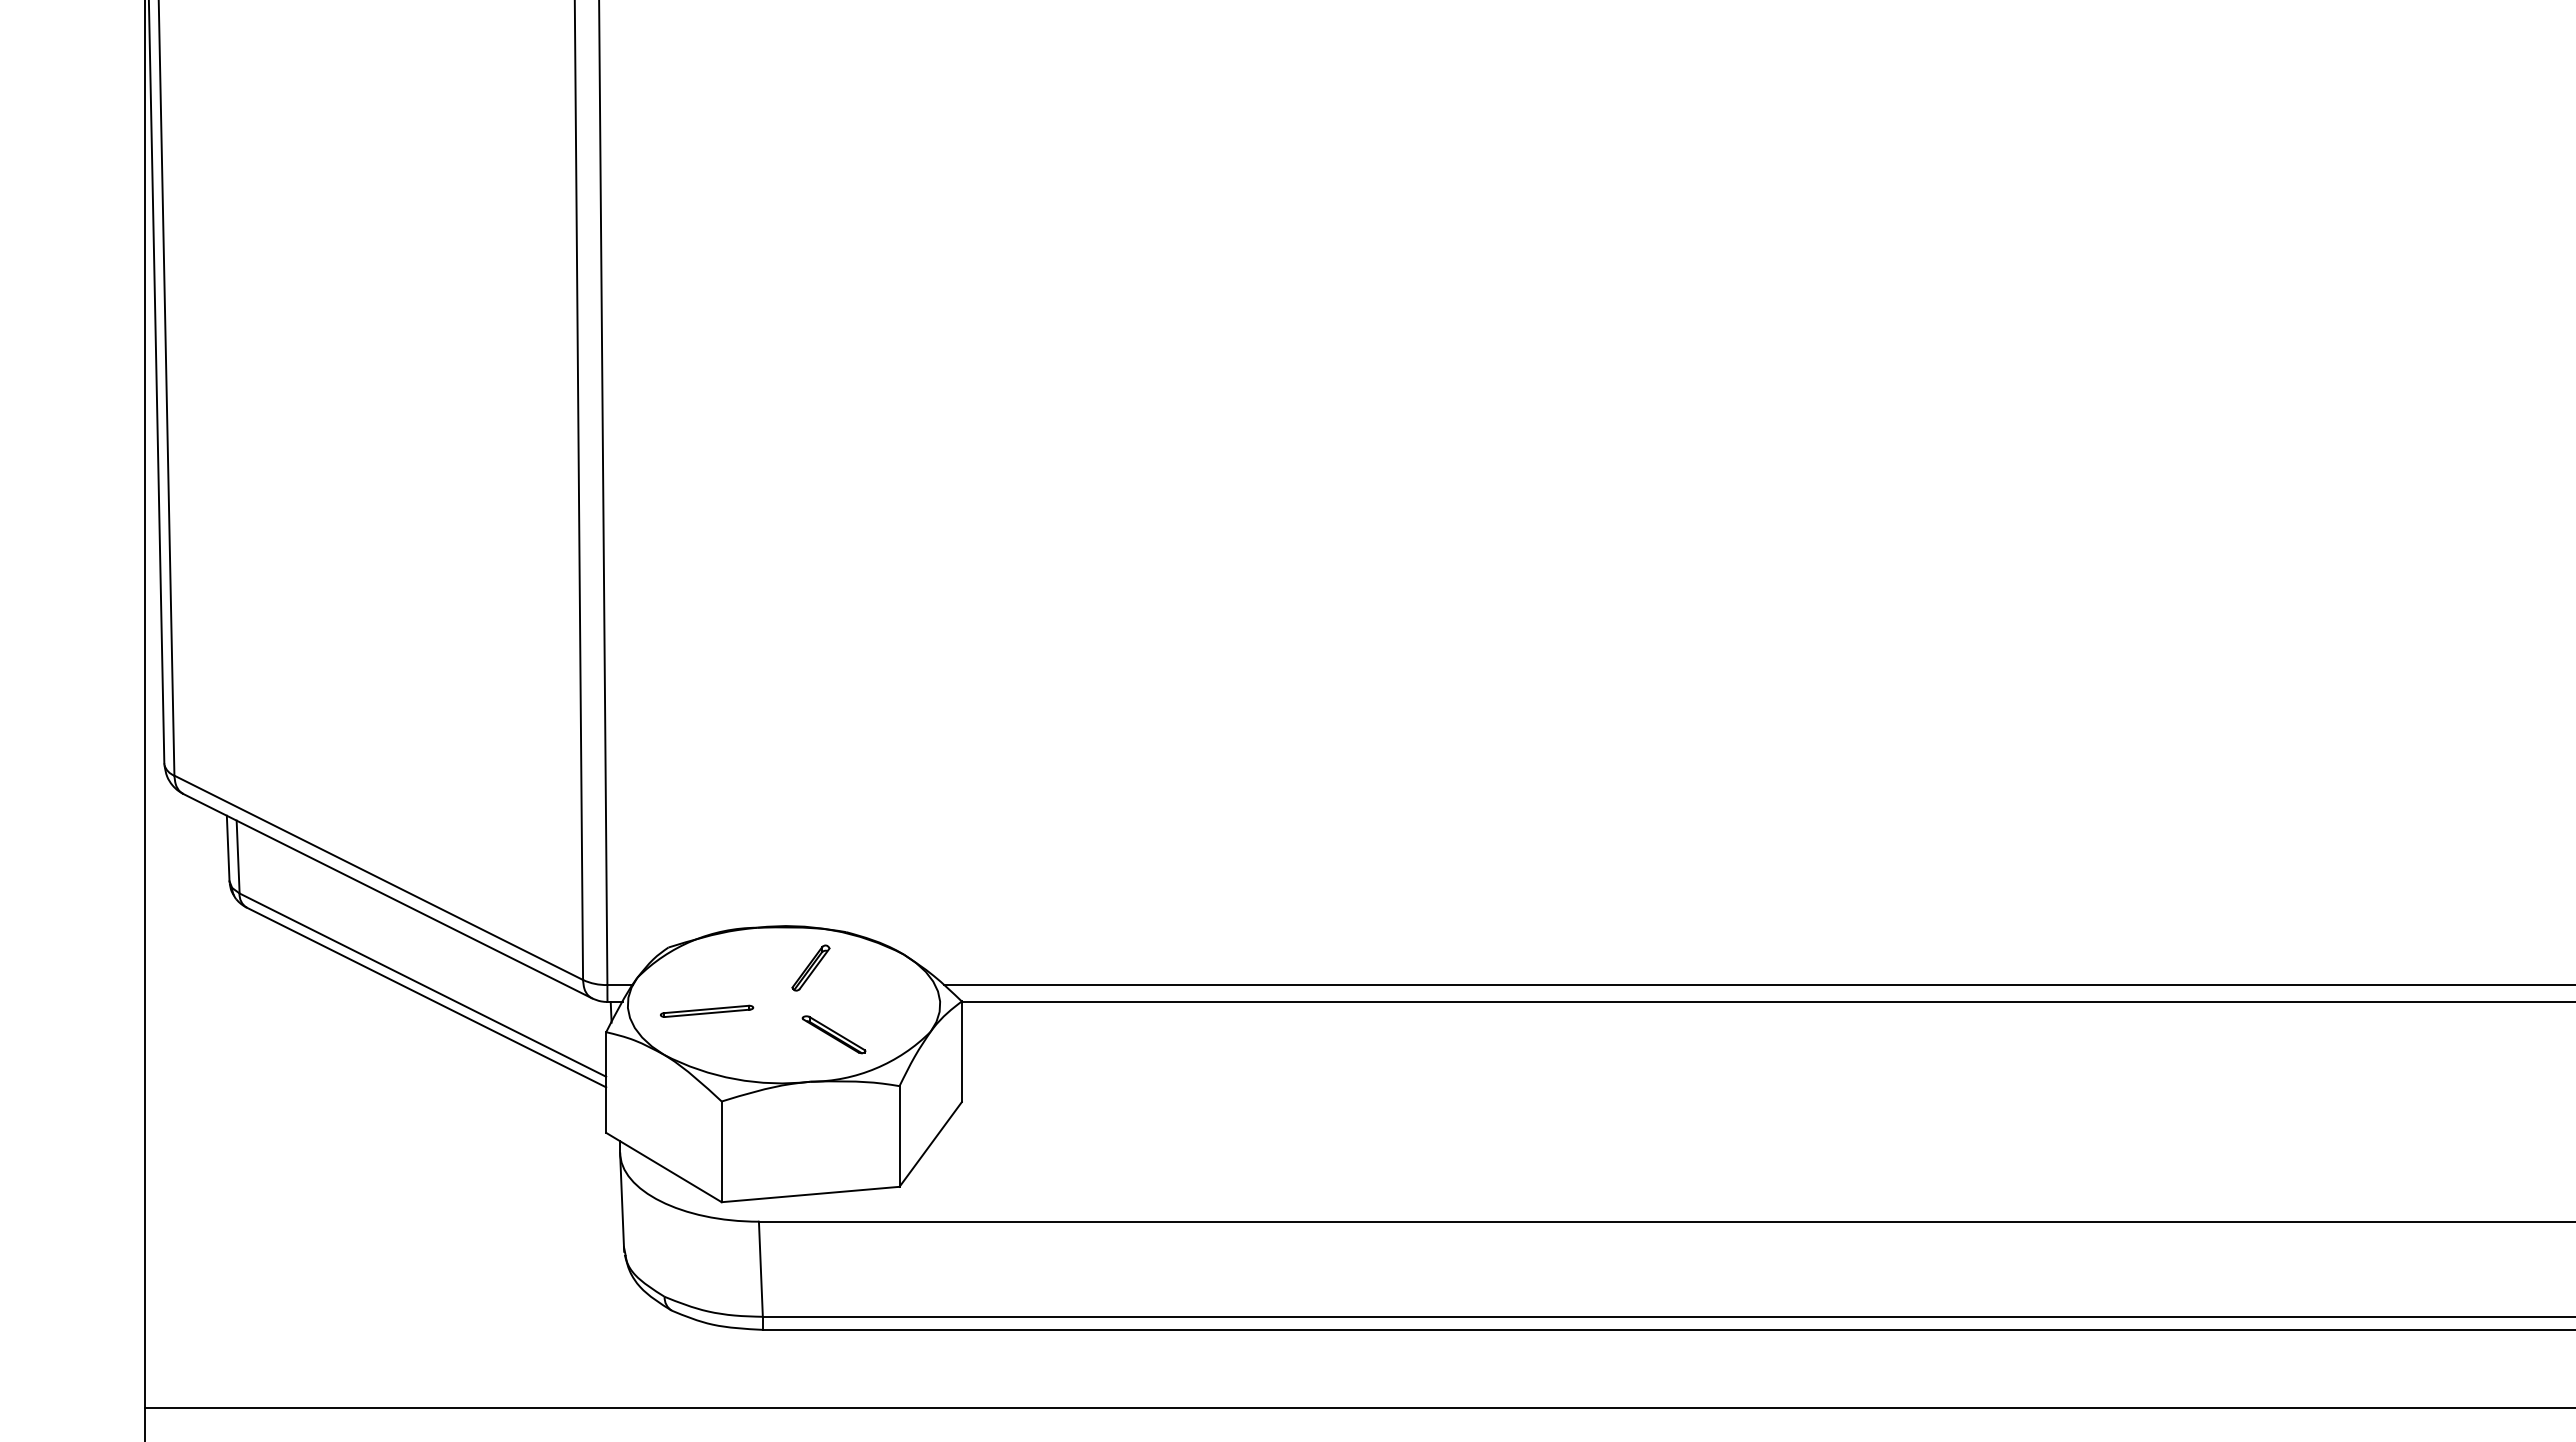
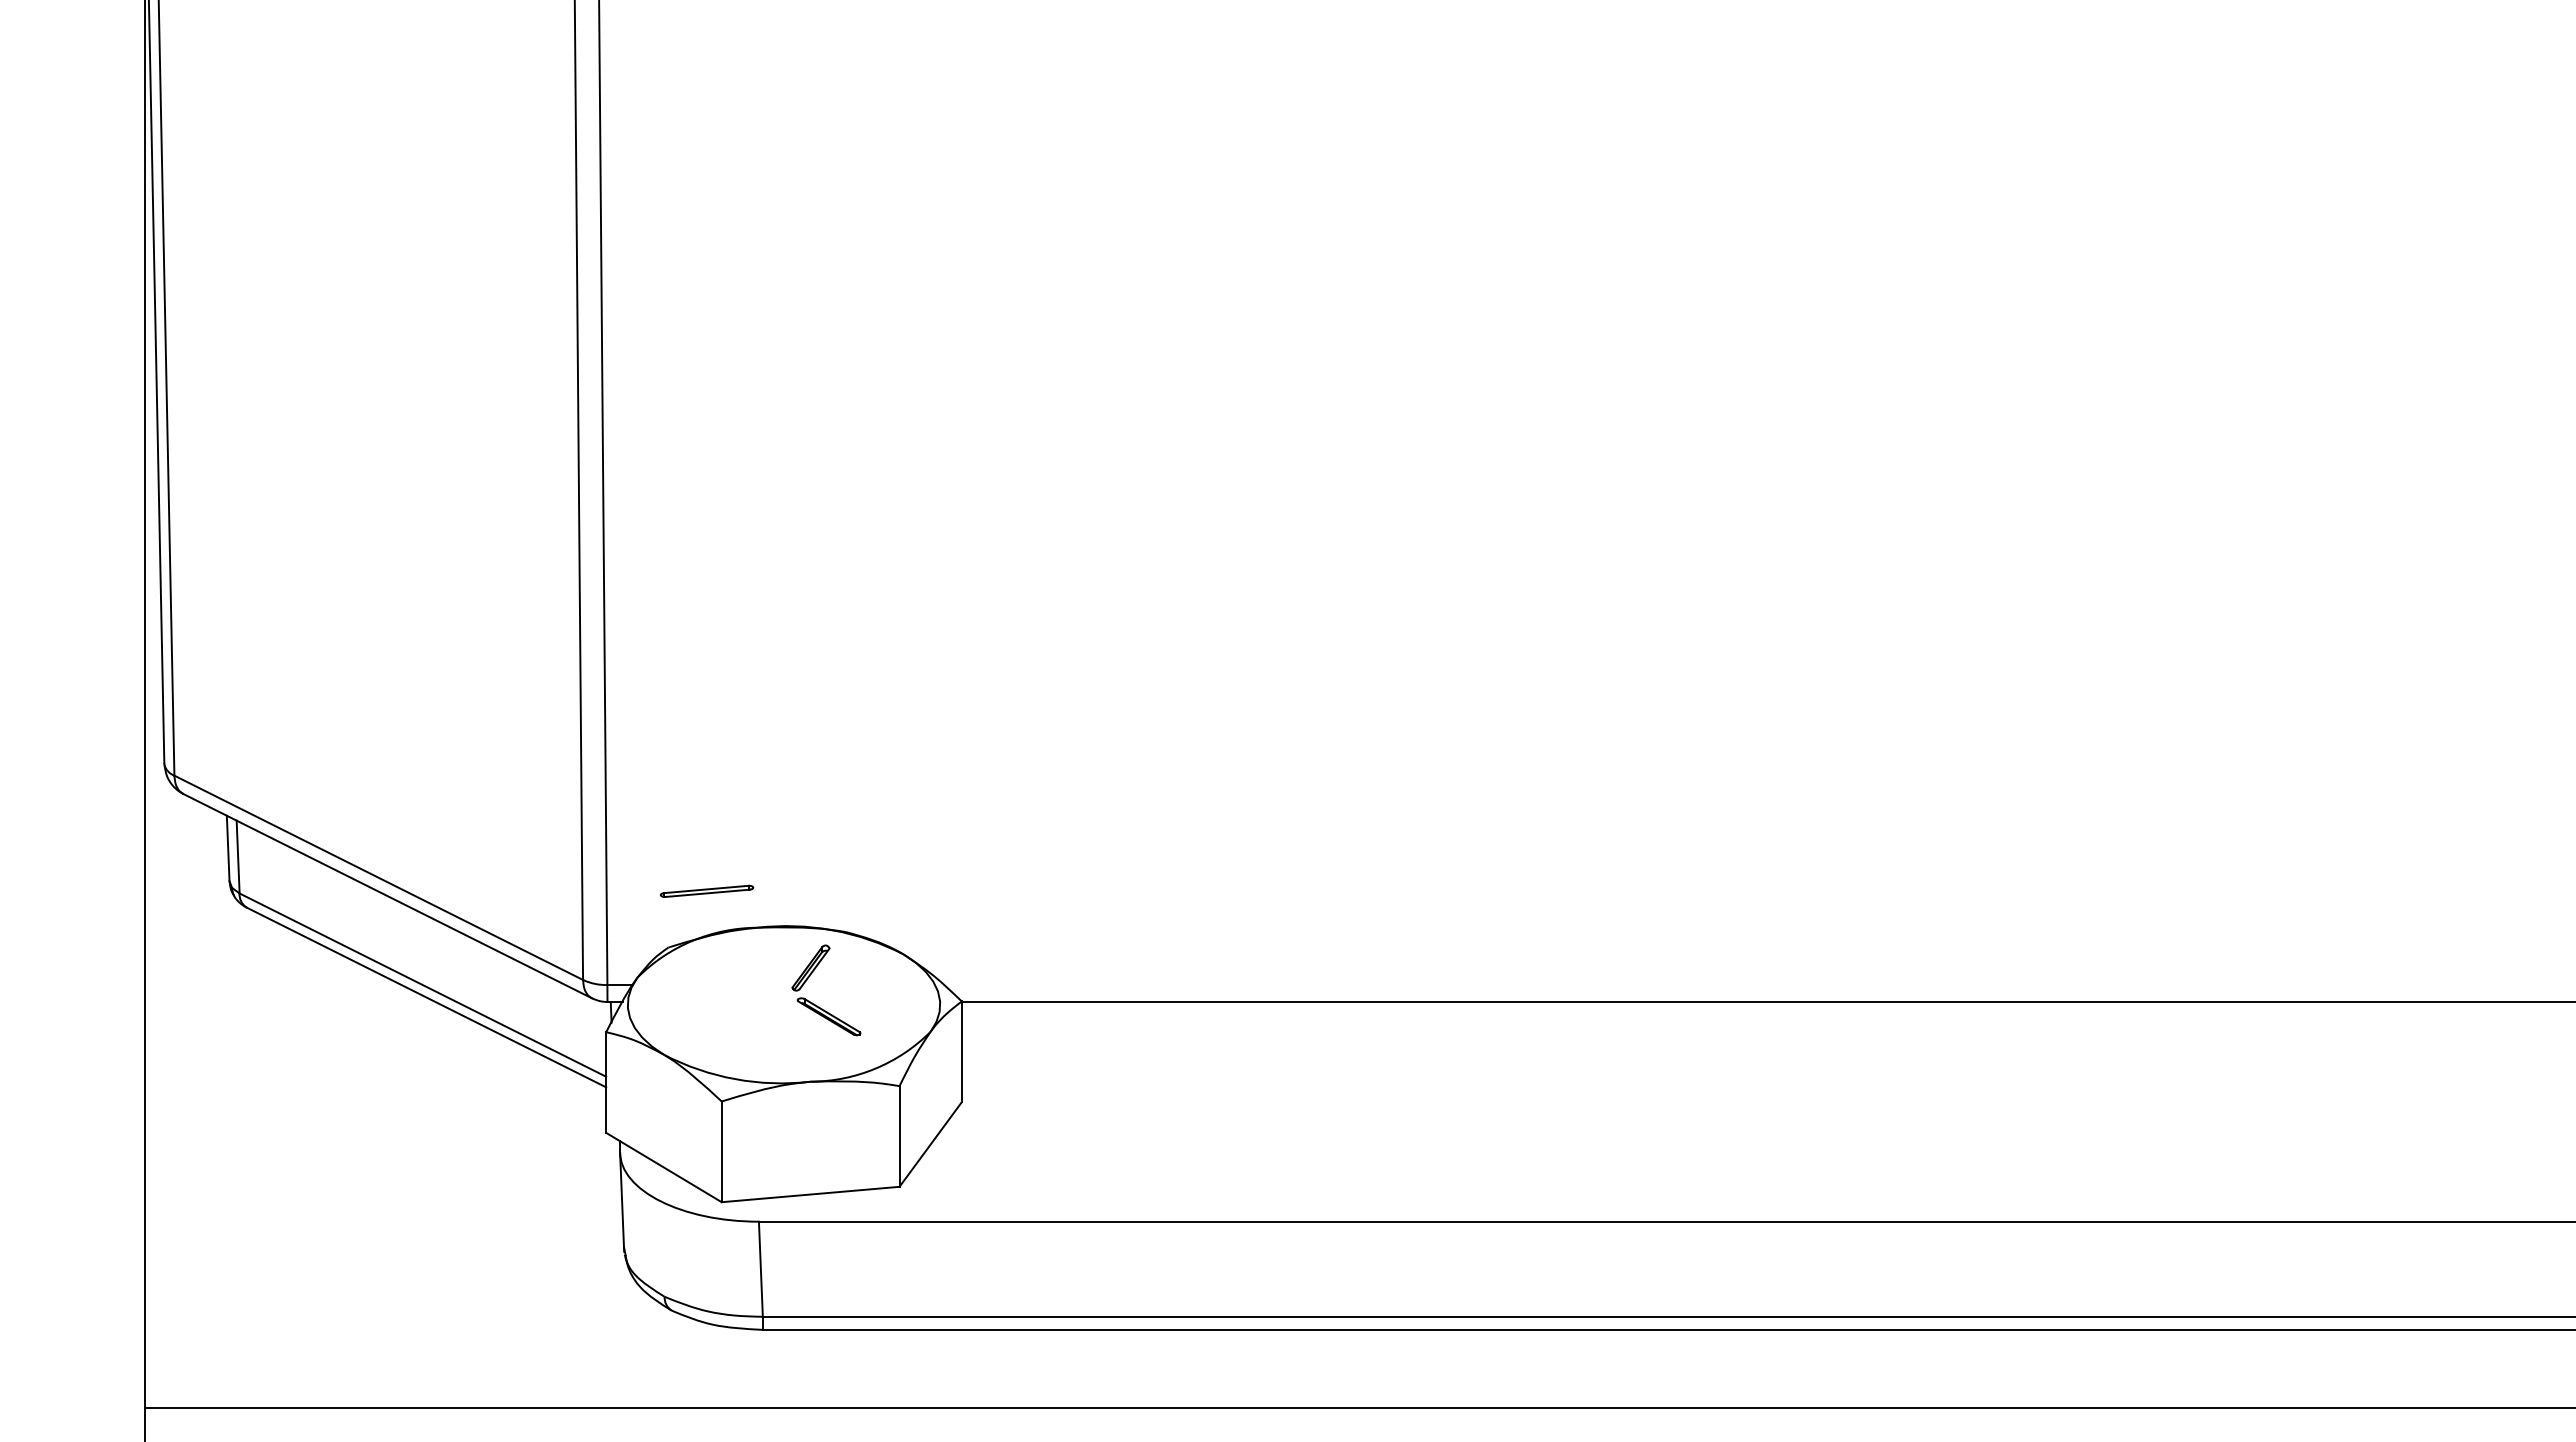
line at (1757, 985): present -> none
part at (707, 1010) position: (707, 1010) -> (707, 890)
part at (833, 1034) position: (833, 1034) -> (828, 1016)
